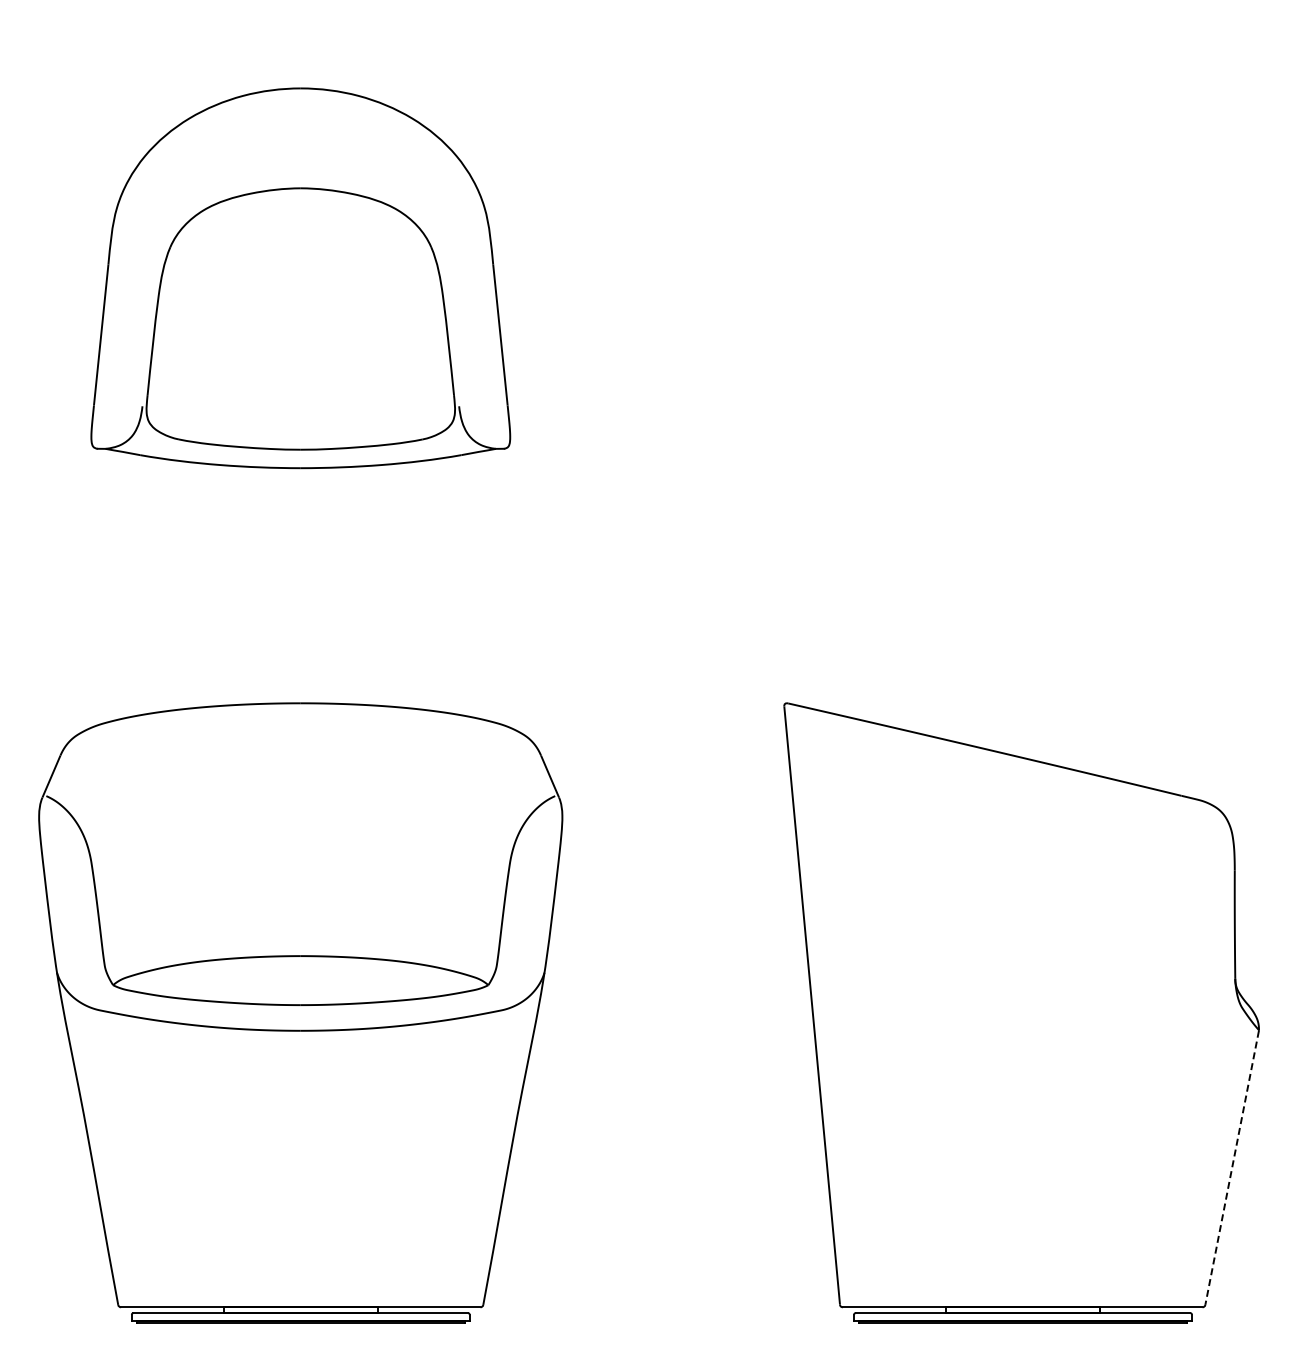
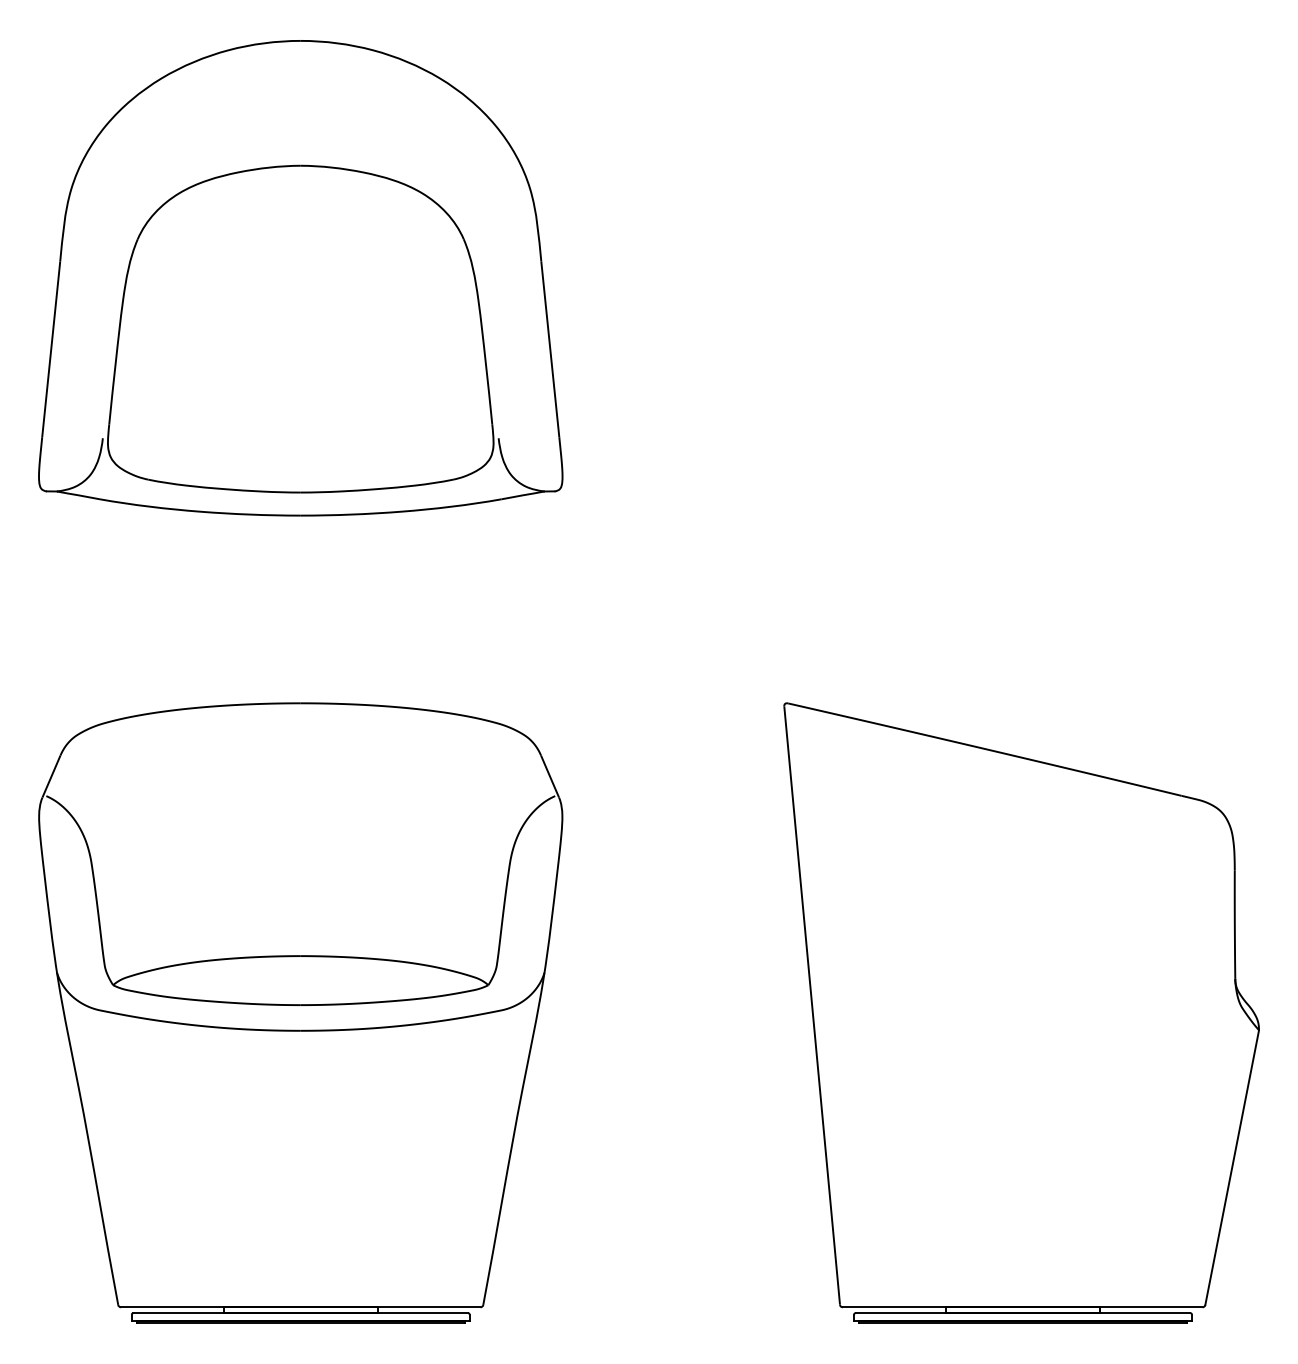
part at (300, 278) size: 422x383 px -> 526x477 px
line at (1232, 1167): dashed -> solid
